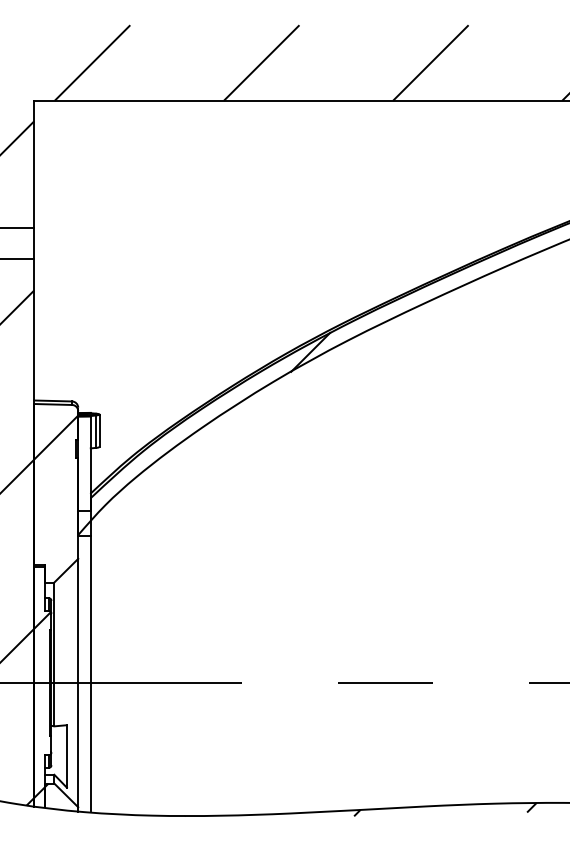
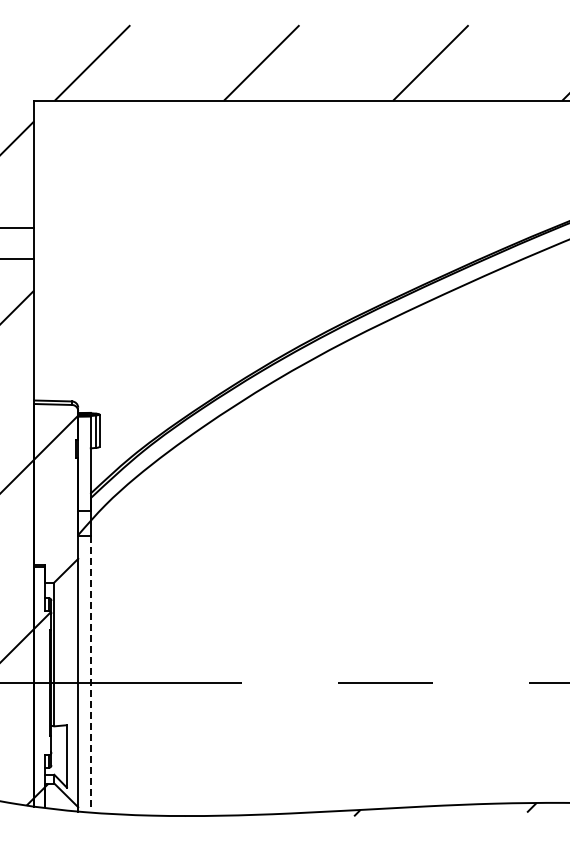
hatch at (310, 352): present -> none
line at (90, 674): solid -> dashed
